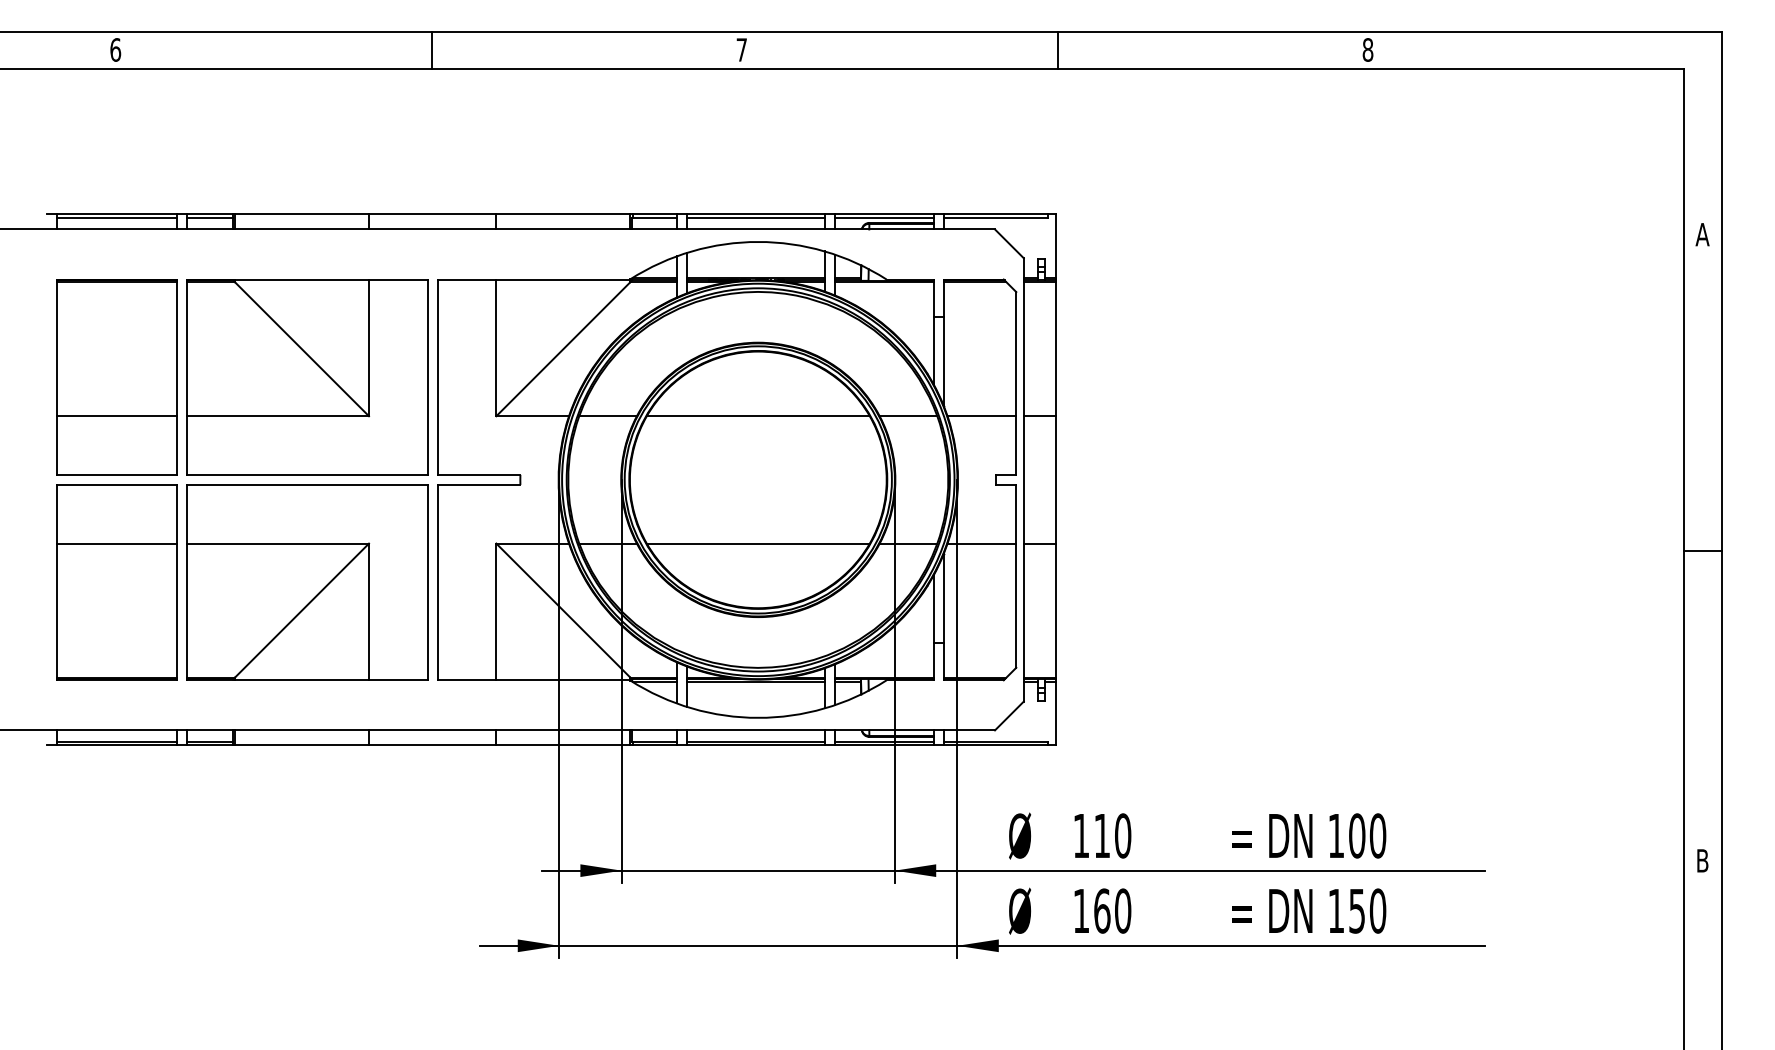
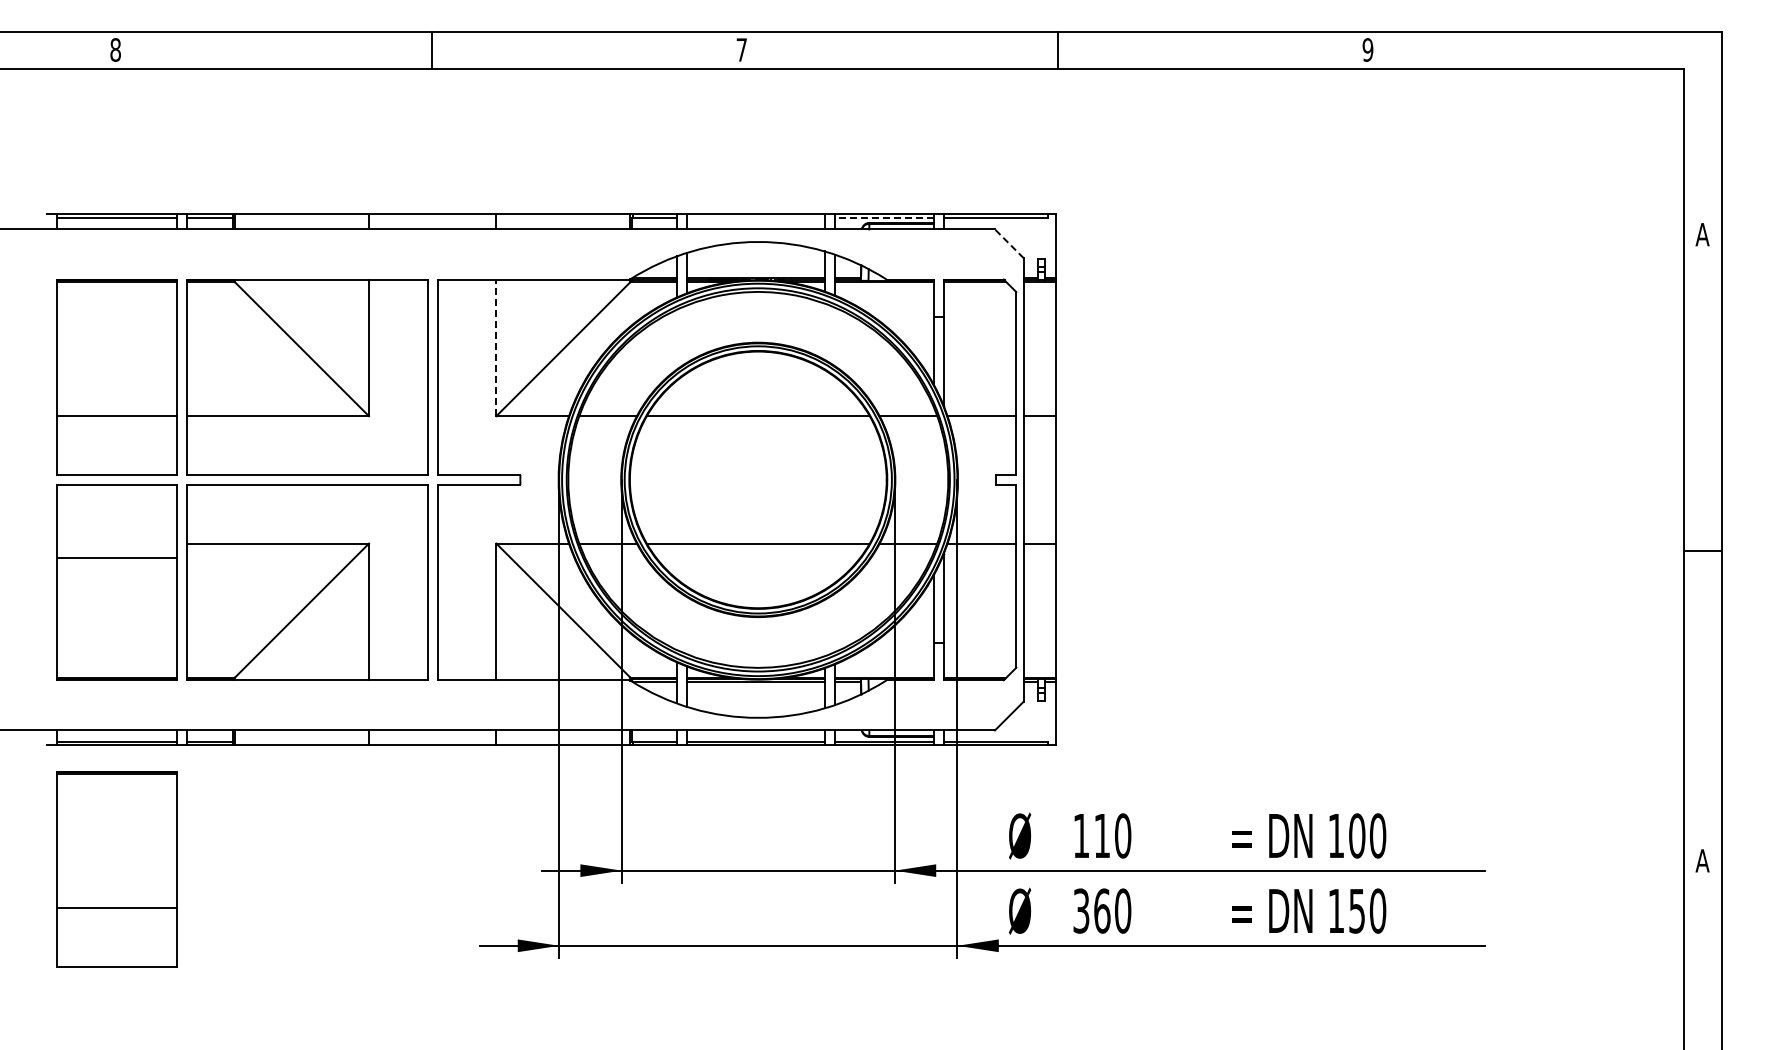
text at (115, 49): 6 -> 8
text at (1367, 49): 8 -> 9
line at (755, 218): present -> none
line at (883, 218): solid -> dashed
line at (1009, 243): solid -> dashed
line at (496, 347): solid -> dashed
line at (116, 543) position: (116, 543) -> (116, 557)
text at (1702, 860): B -> A
part at (116, 869): none -> present
text at (1081, 910): 160 -> 360
